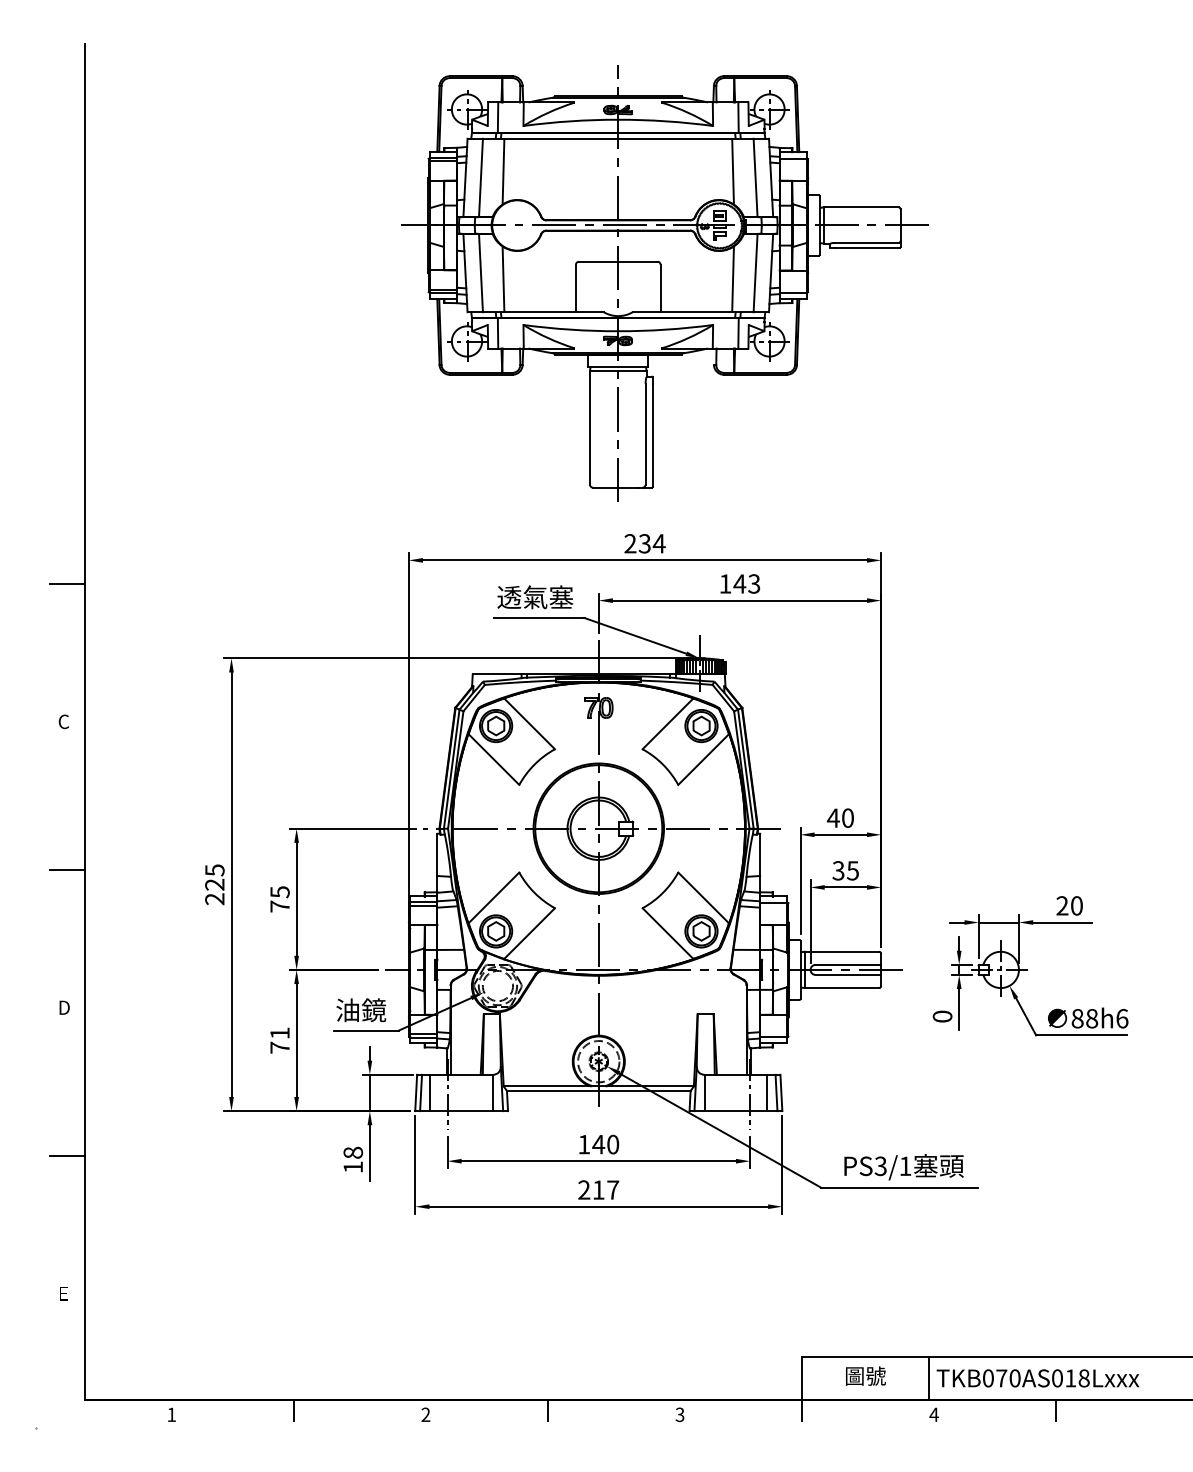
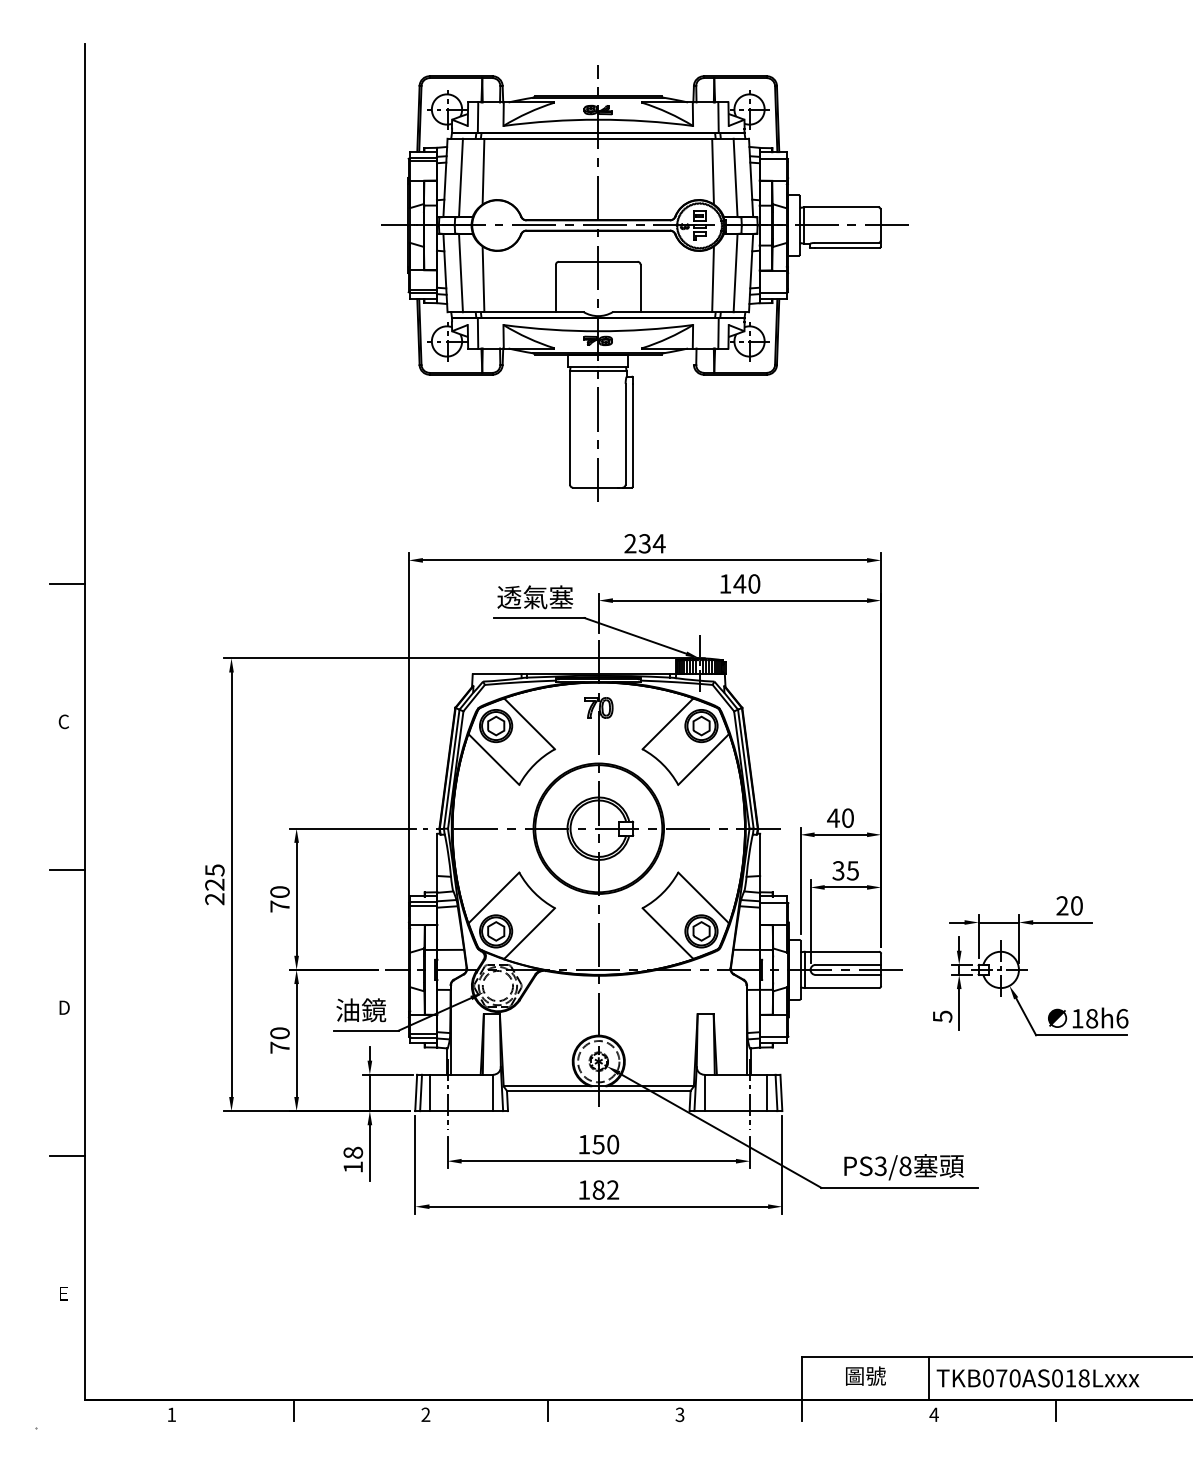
part at (664, 283) position: (664, 283) -> (644, 283)
text at (754, 583): 143 -> 140
text at (279, 892): 75 -> 70
text at (942, 1016): 0 -> 5
text at (1077, 1018): 88h6 -> 18h6
text at (279, 1033): 71 -> 70
text at (598, 1144): 140 -> 150
text at (905, 1166): PS3/1 -> PS3/8
text at (598, 1189): 217 -> 182
